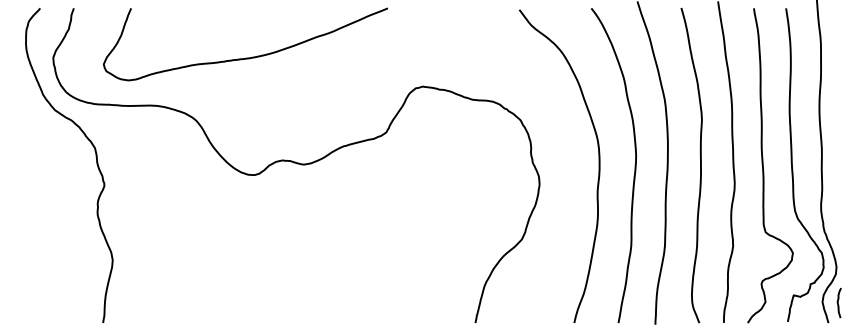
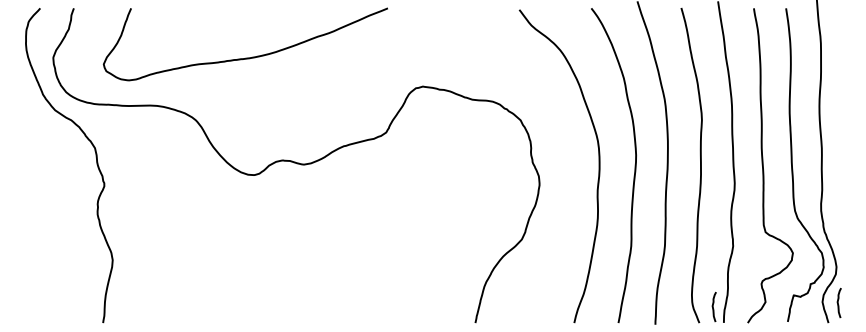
curve at (713, 306): none -> present
